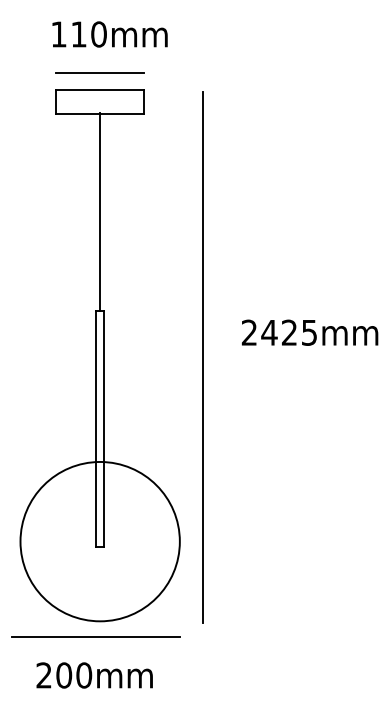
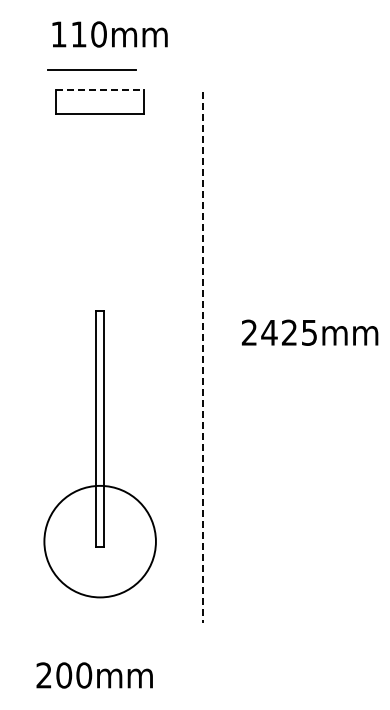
line at (99, 72) position: (99, 72) -> (91, 69)
line at (100, 90): solid -> dashed
line at (100, 211): present -> none
line at (202, 357): solid -> dashed
circle at (99, 541) diameter: 159 px -> 112 px
line at (95, 636): present -> none
